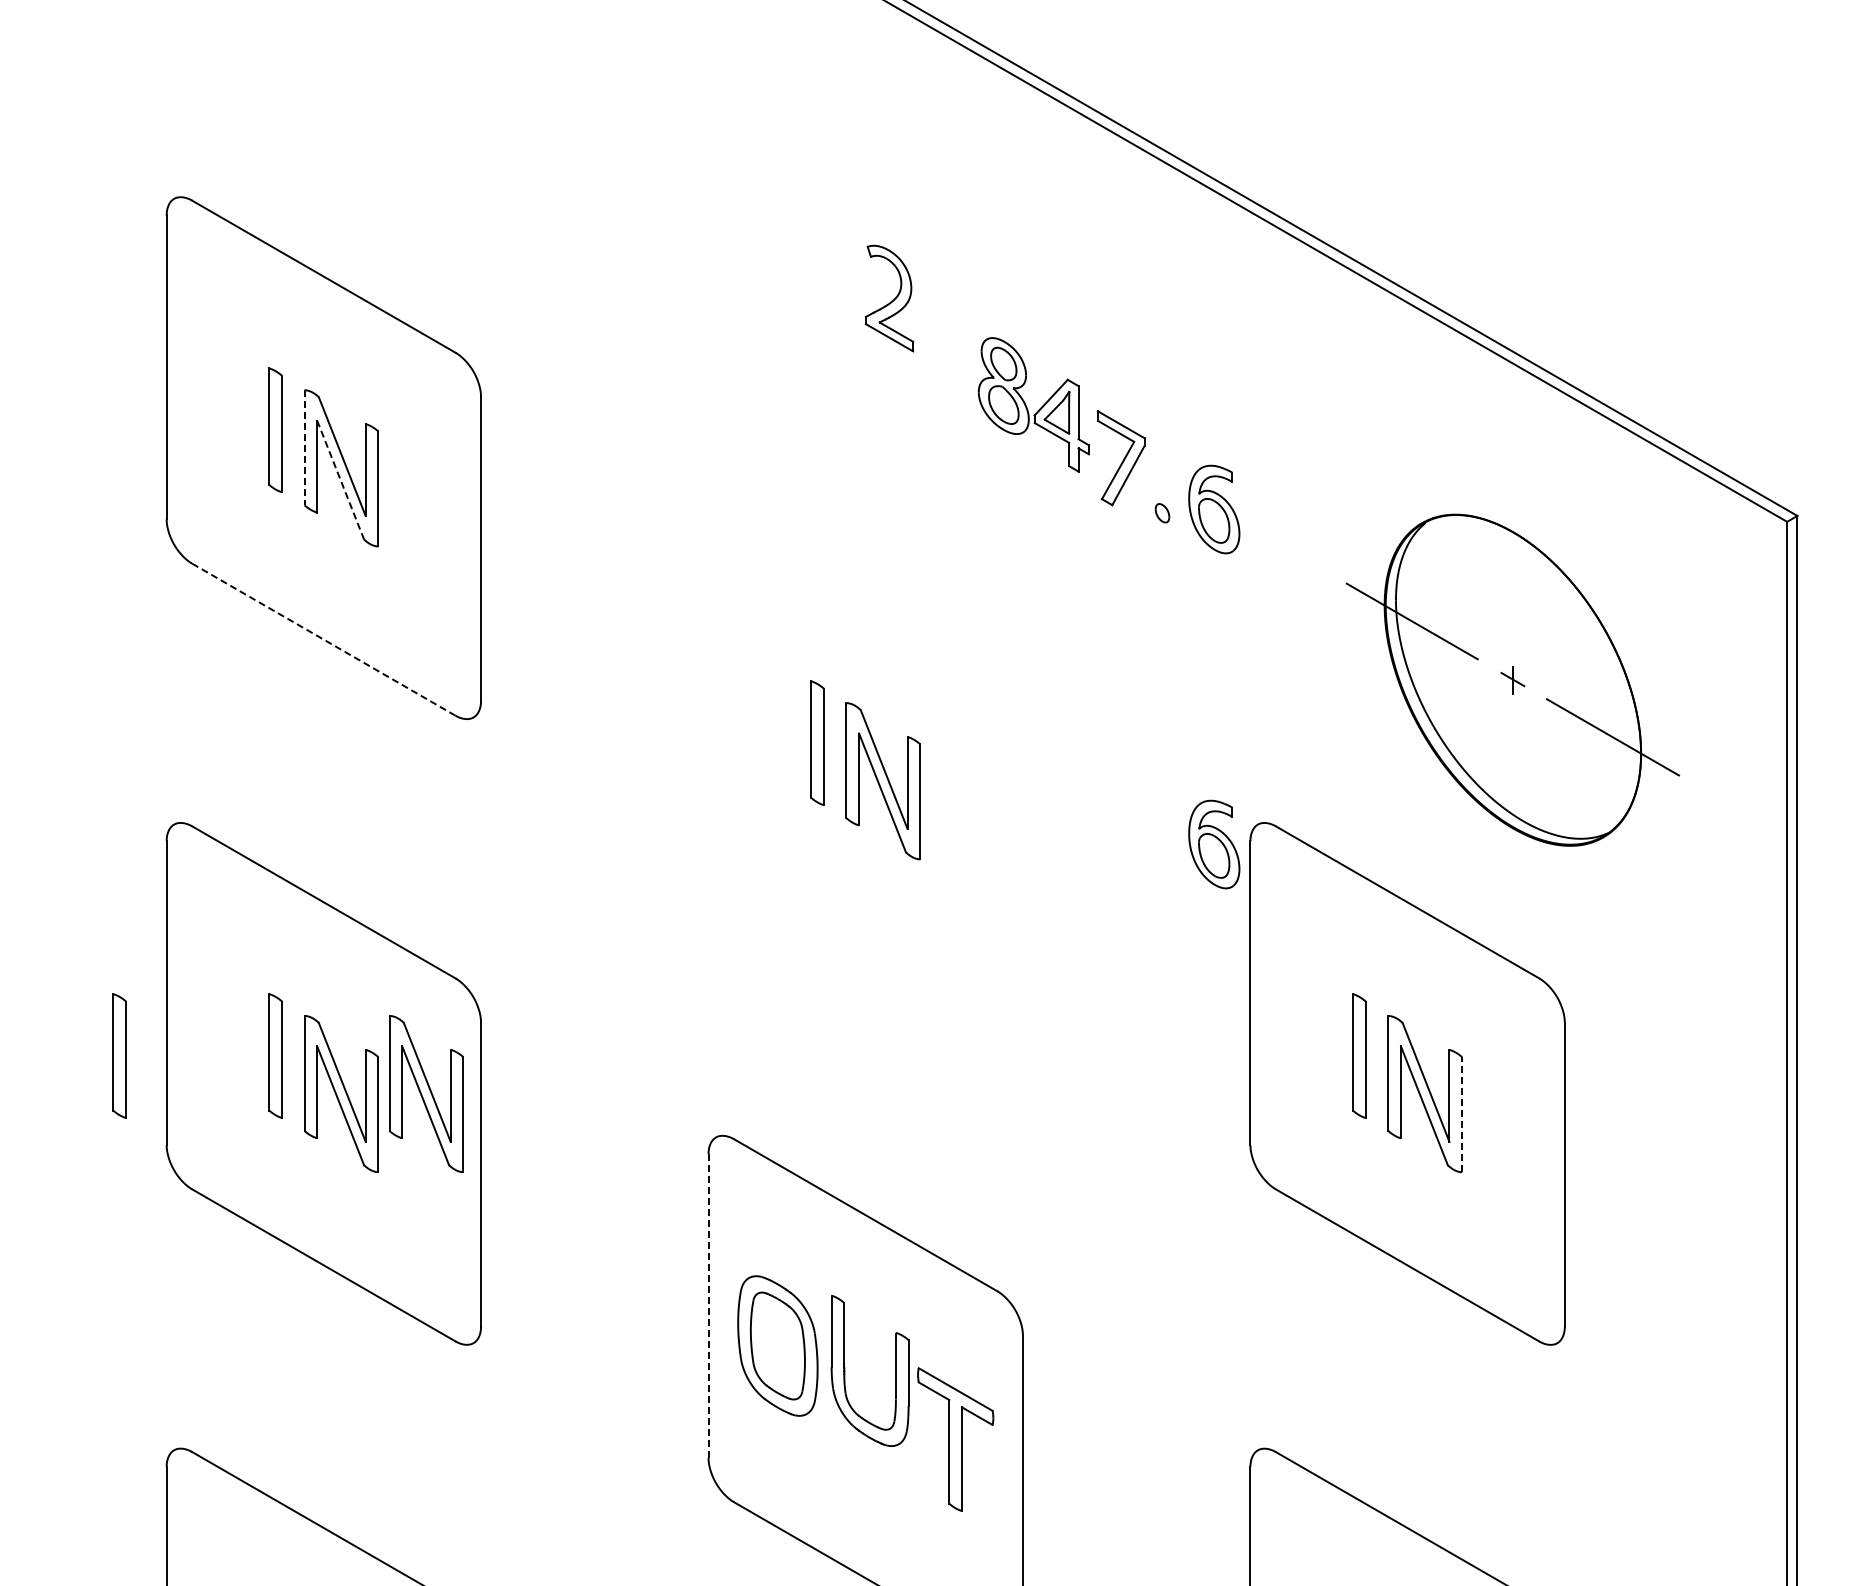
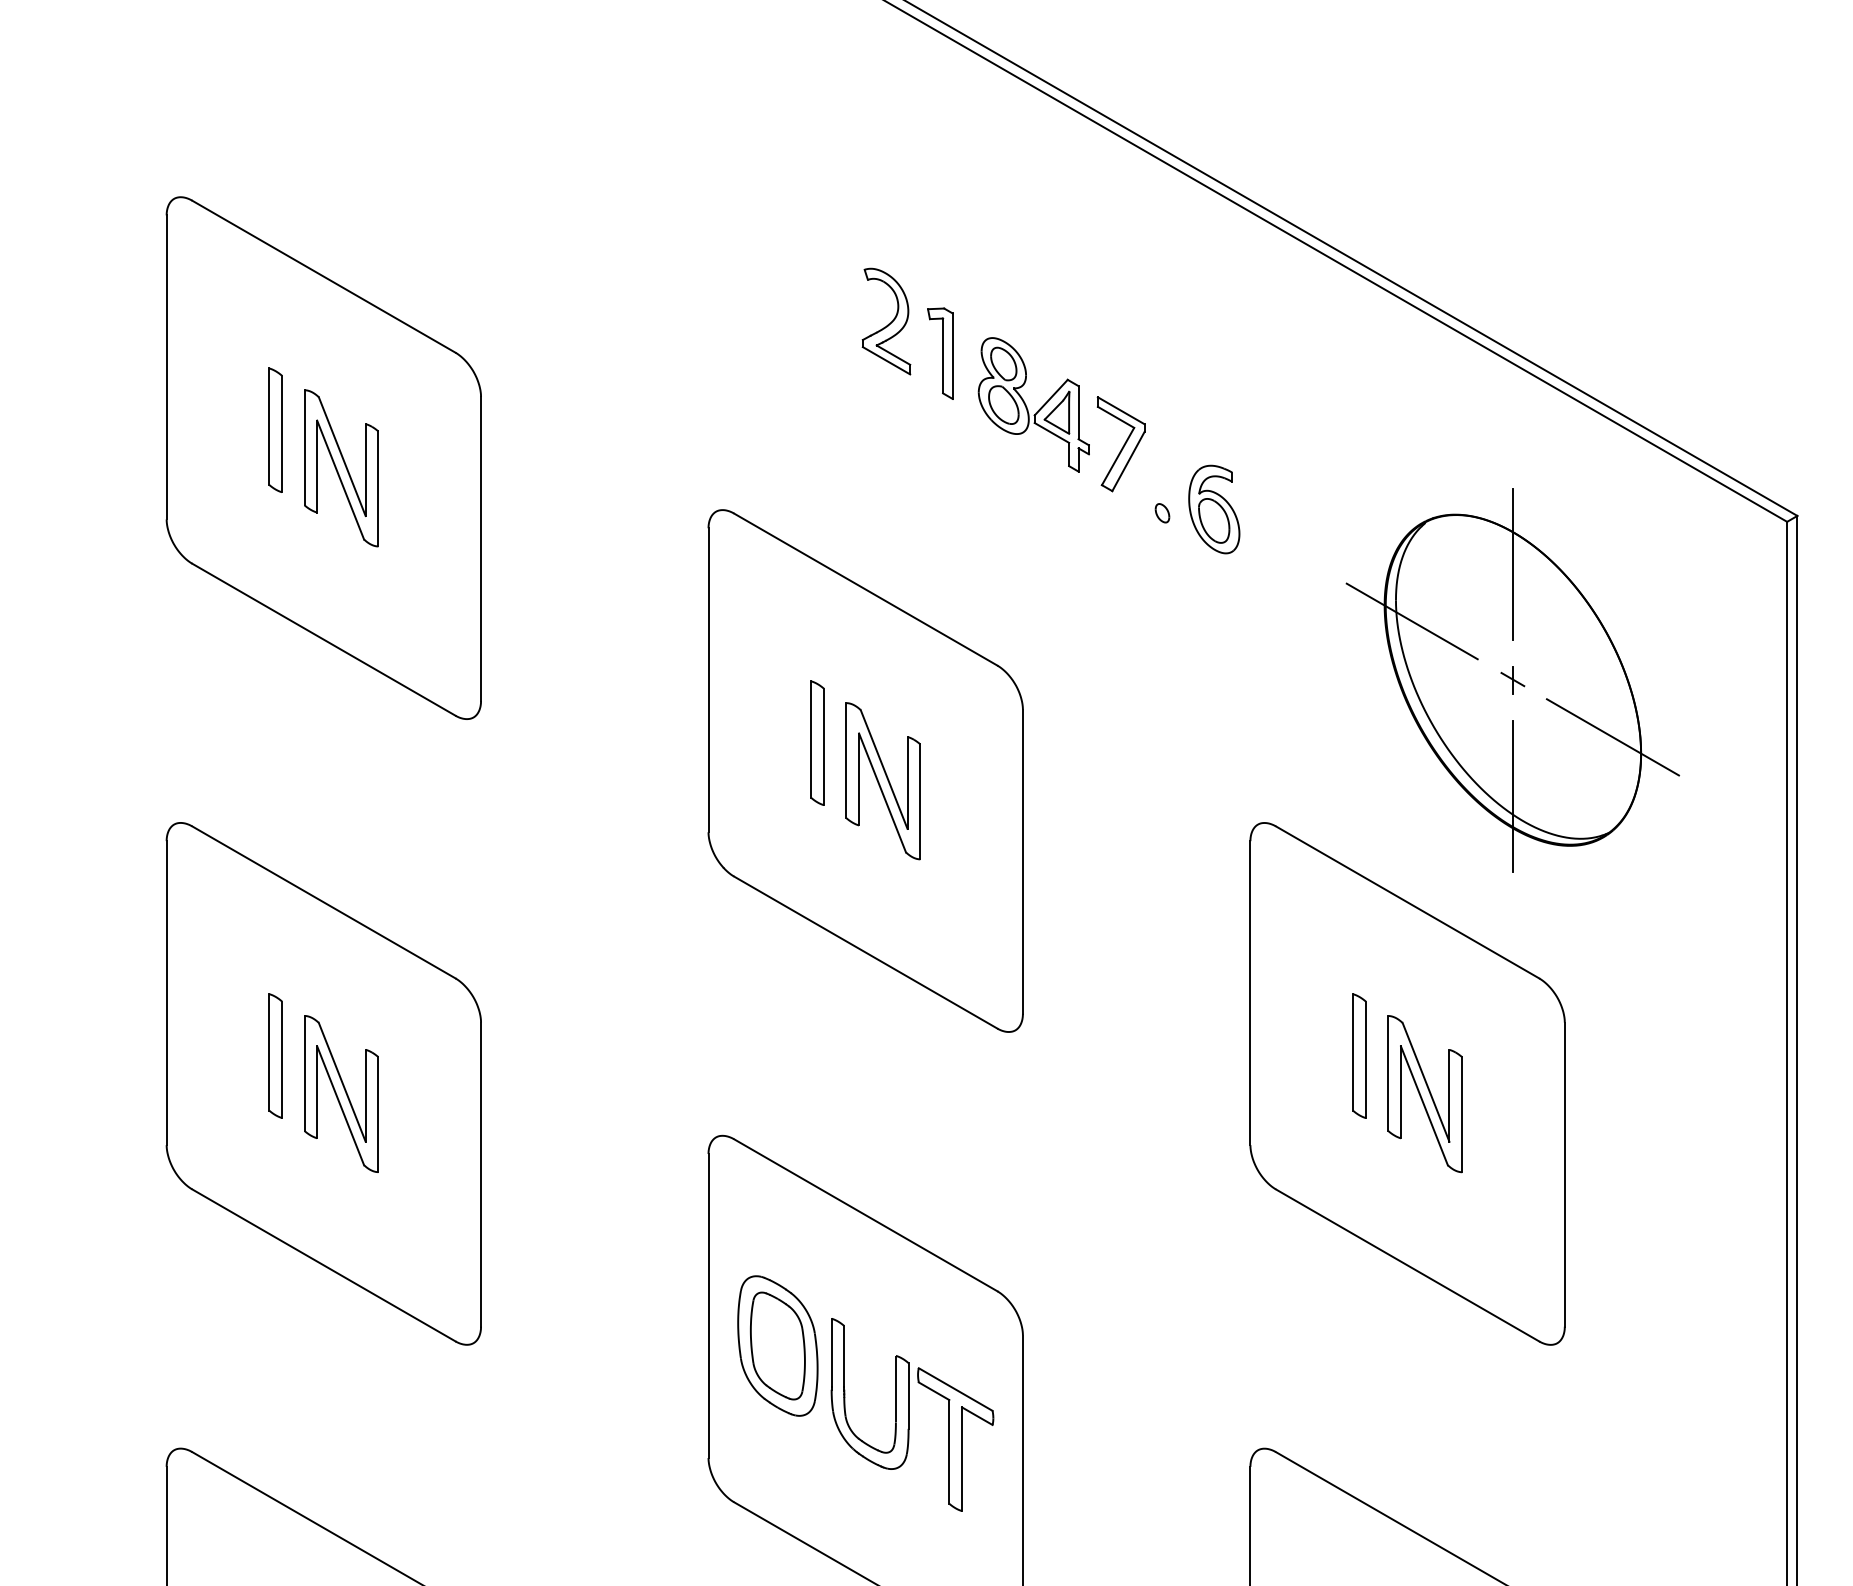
part at (889, 298) position: (889, 298) -> (886, 321)
part at (940, 353): none -> present
line at (304, 447): dashed -> solid
part at (1120, 458) position: (1120, 458) -> (1120, 444)
line at (340, 480): dashed -> solid
line at (1513, 563): none -> present
line at (323, 639): dashed -> solid
part at (865, 770): none -> present
line at (1513, 796): none -> present
part at (1214, 844): present -> none
part at (119, 1055): present -> none
part at (426, 1093): present -> none
line at (1462, 1114): dashed -> solid
line at (708, 1305): dashed -> solid
part at (845, 1370) position: (845, 1370) -> (845, 1393)
